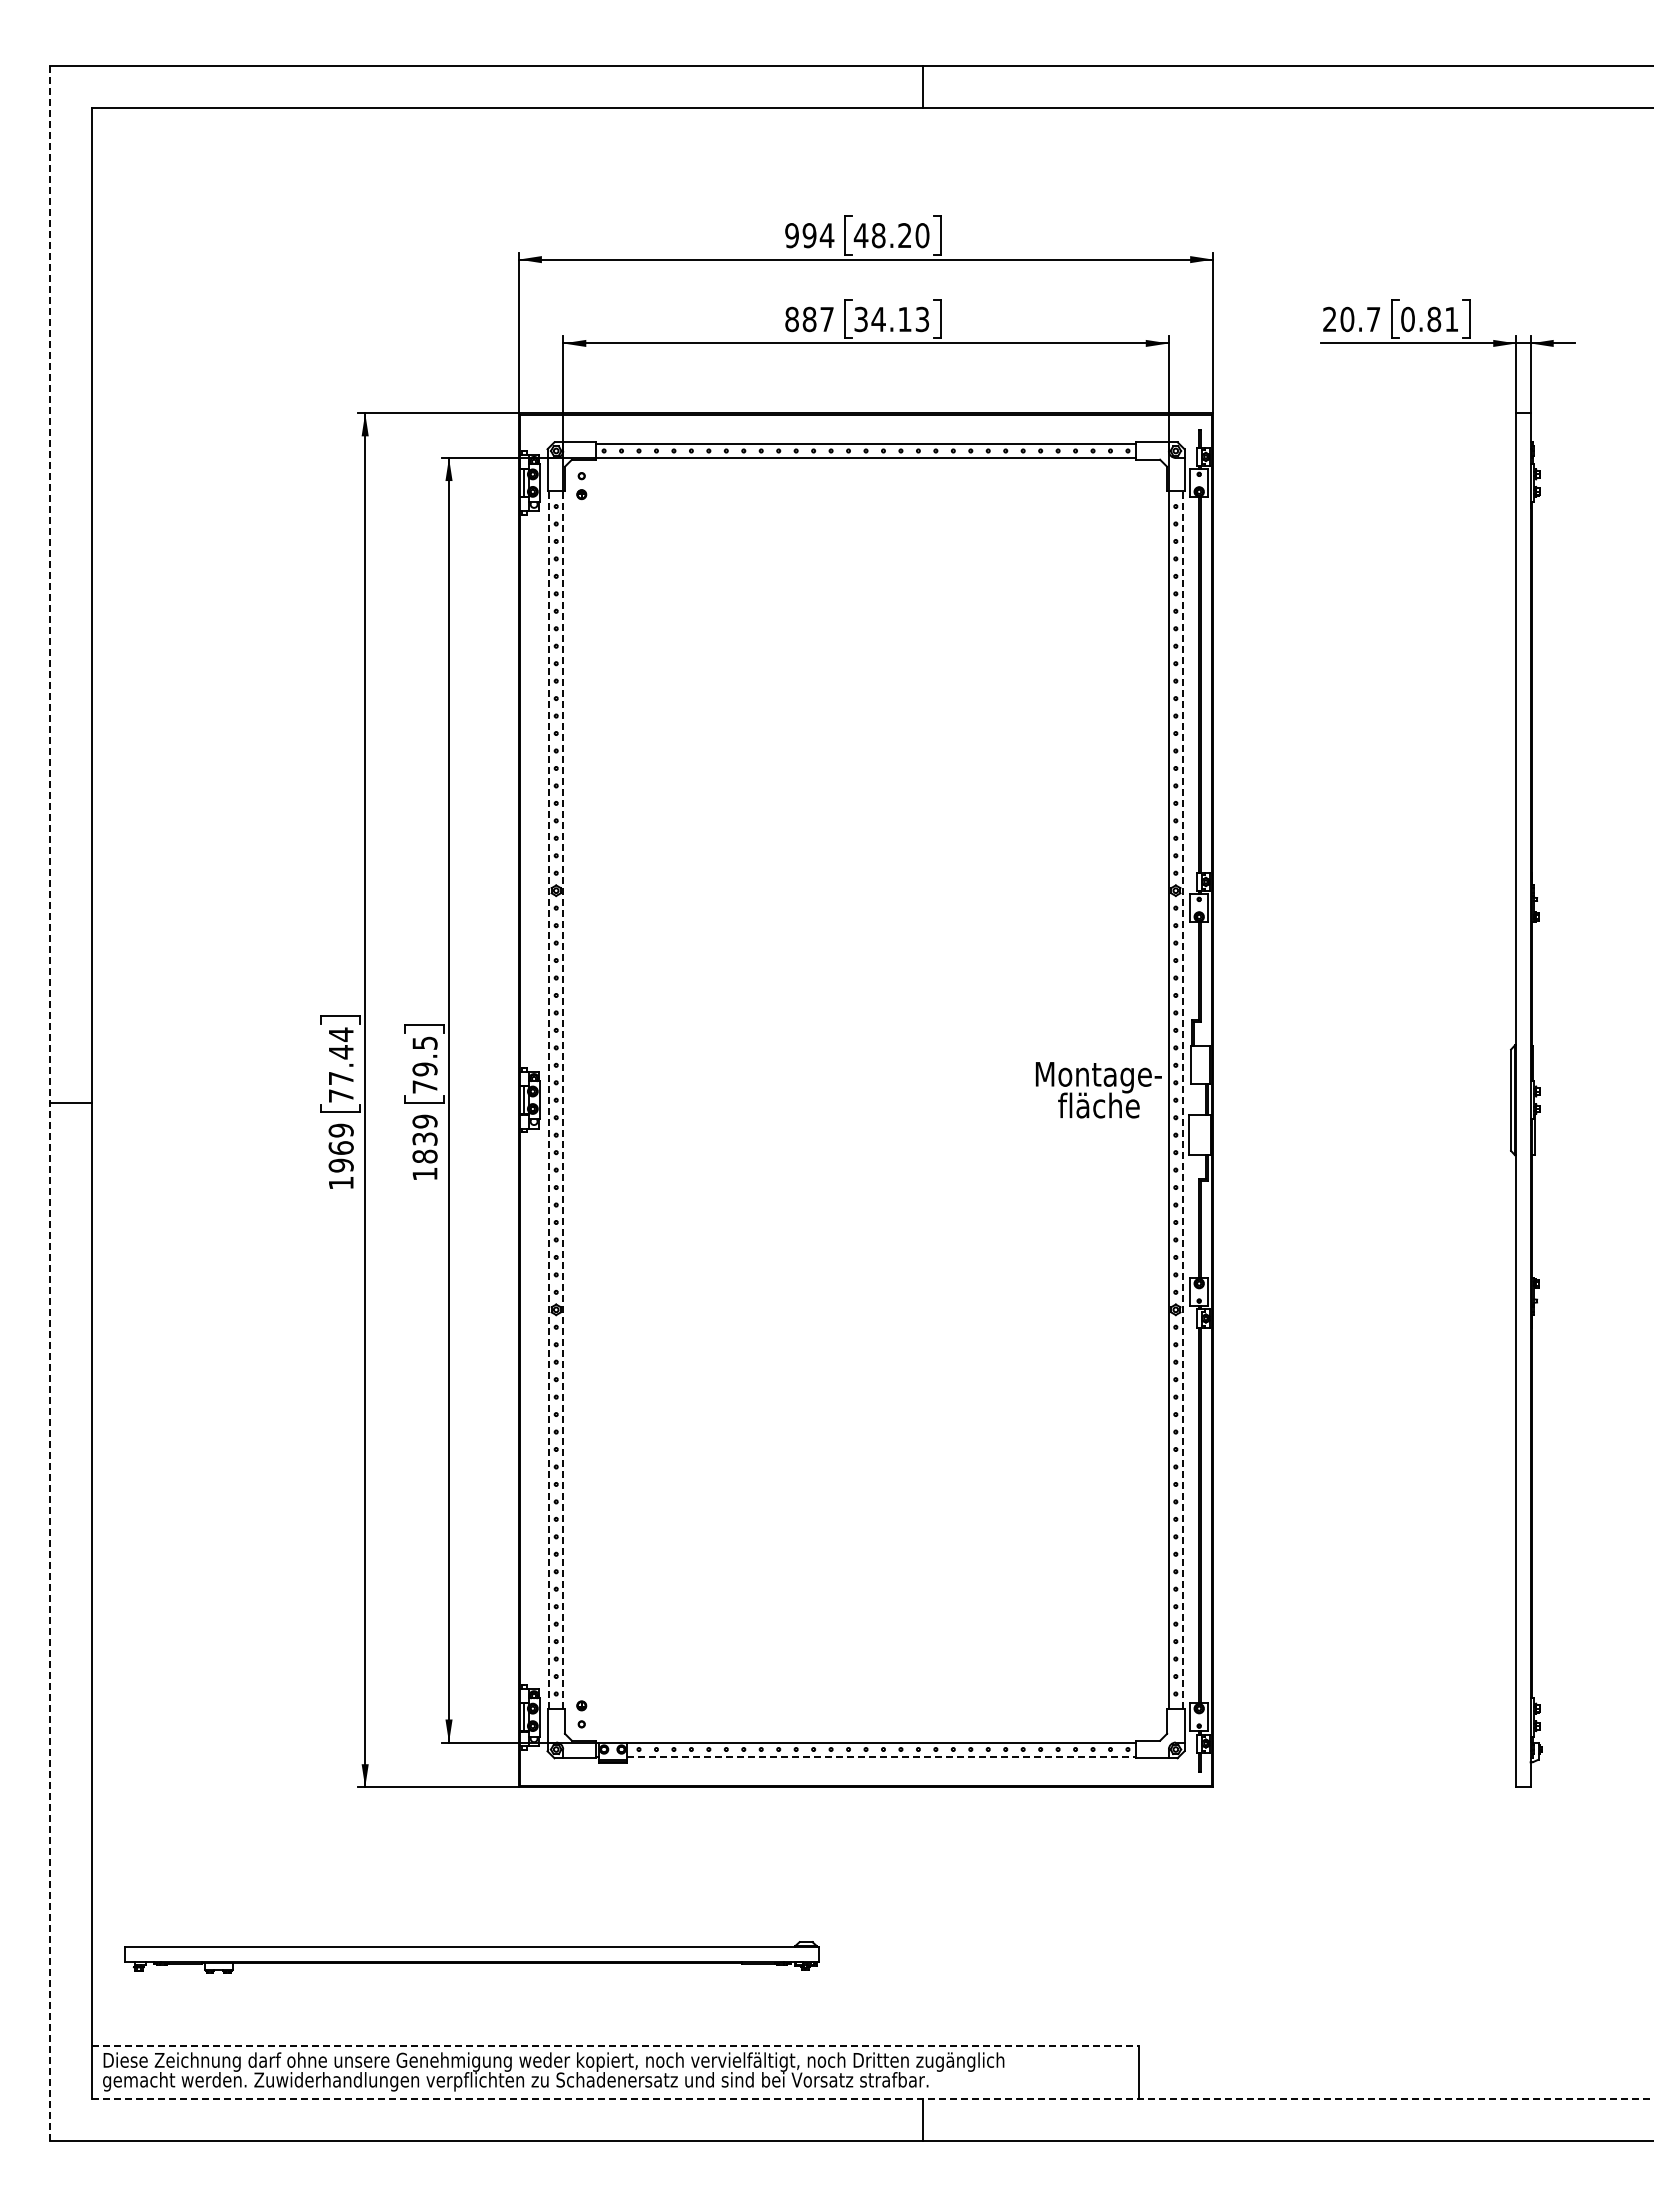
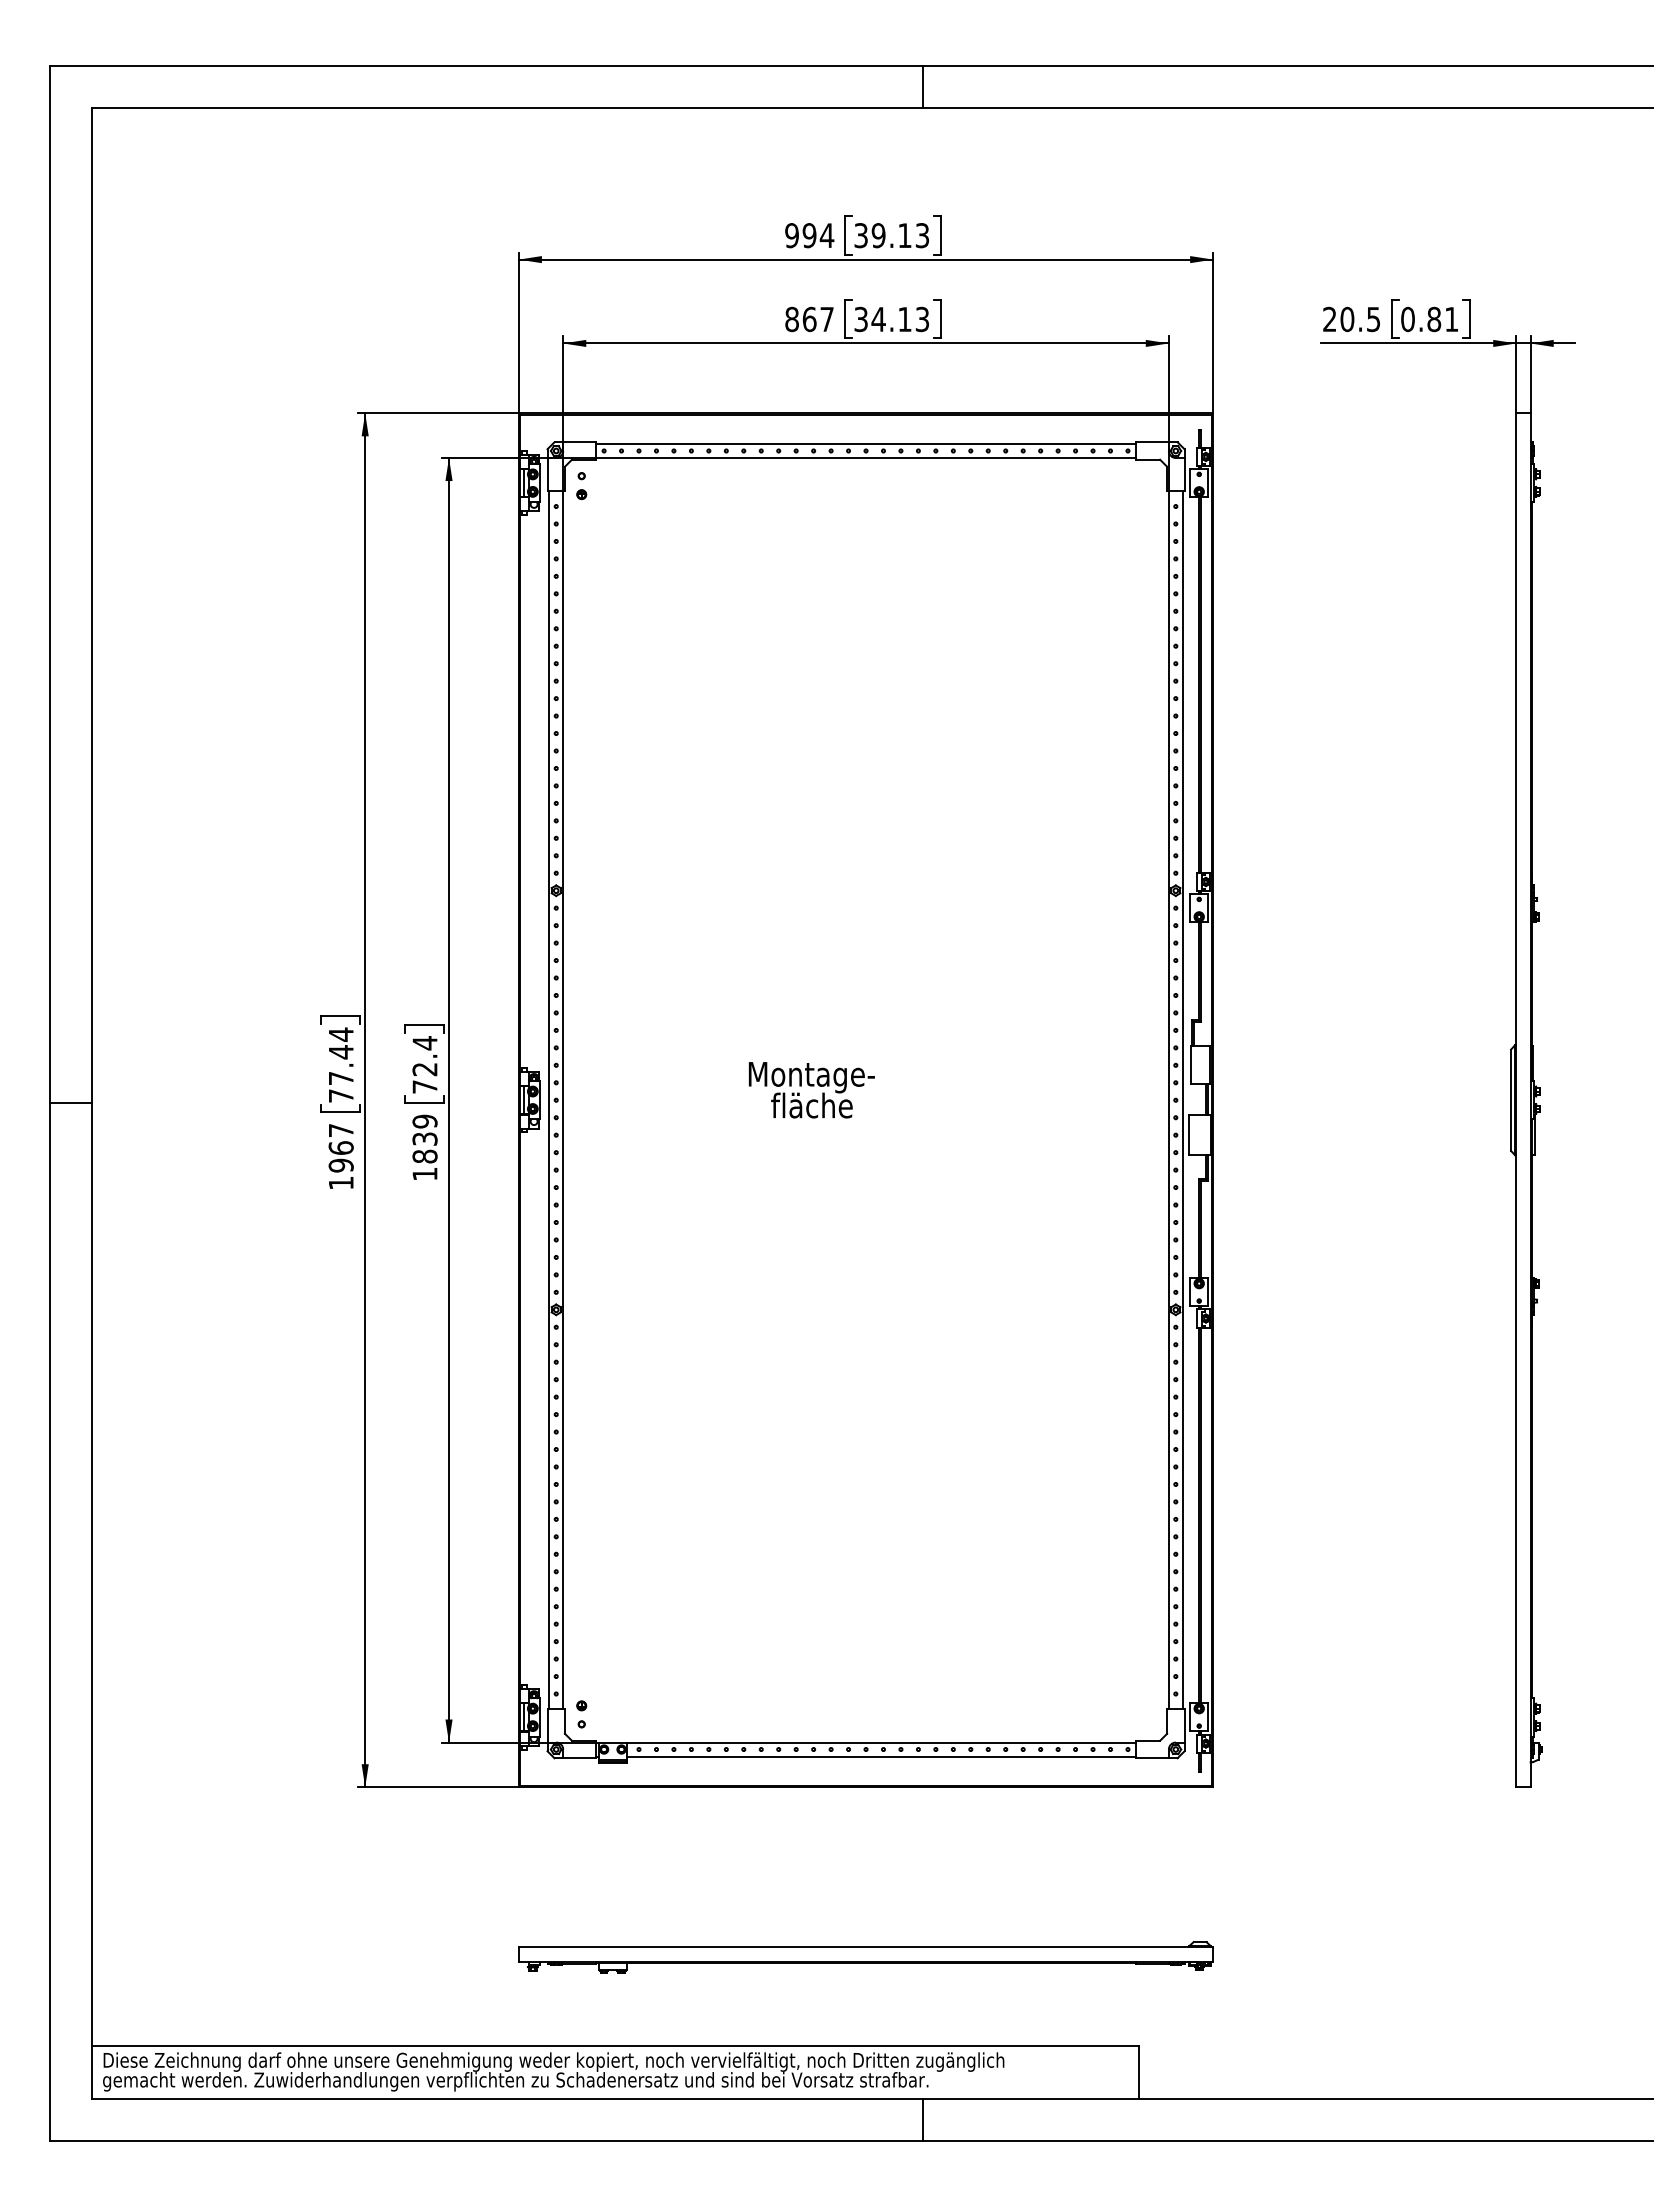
text at (891, 235): 48.20 -> 39.13
text at (809, 318): 887 -> 867
text at (1373, 319): 20.7 -> 20.5
text at (424, 1056): 79.5 -> 72.4
text at (1098, 1090) position: (1098, 1090) -> (811, 1090)
line at (549, 1099): dashed -> solid
line at (563, 1099): dashed -> solid
line at (1182, 1099): dashed -> solid
line at (49, 1103): dashed -> solid
text at (340, 1130): 1969 -> 1967
line at (881, 1756): dashed -> solid
part at (471, 1957) position: (471, 1957) -> (865, 1957)
line at (615, 2046): dashed -> solid
line at (872, 2098): dashed -> solid
